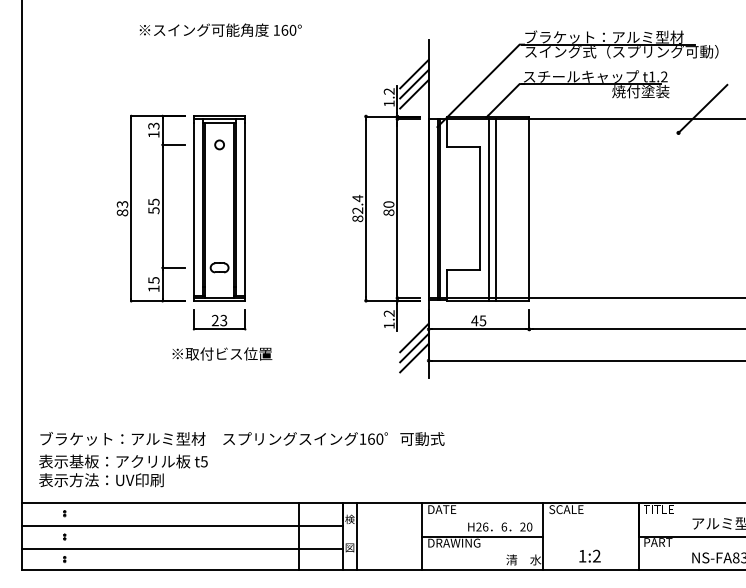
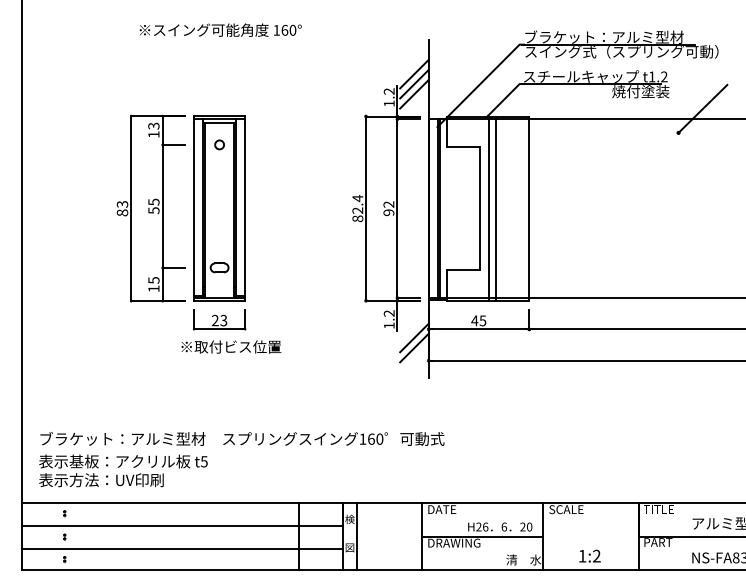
text at (388, 208): 80 -> 92
text at (222, 353) position: (222, 353) -> (231, 346)
line at (414, 357): present -> none
